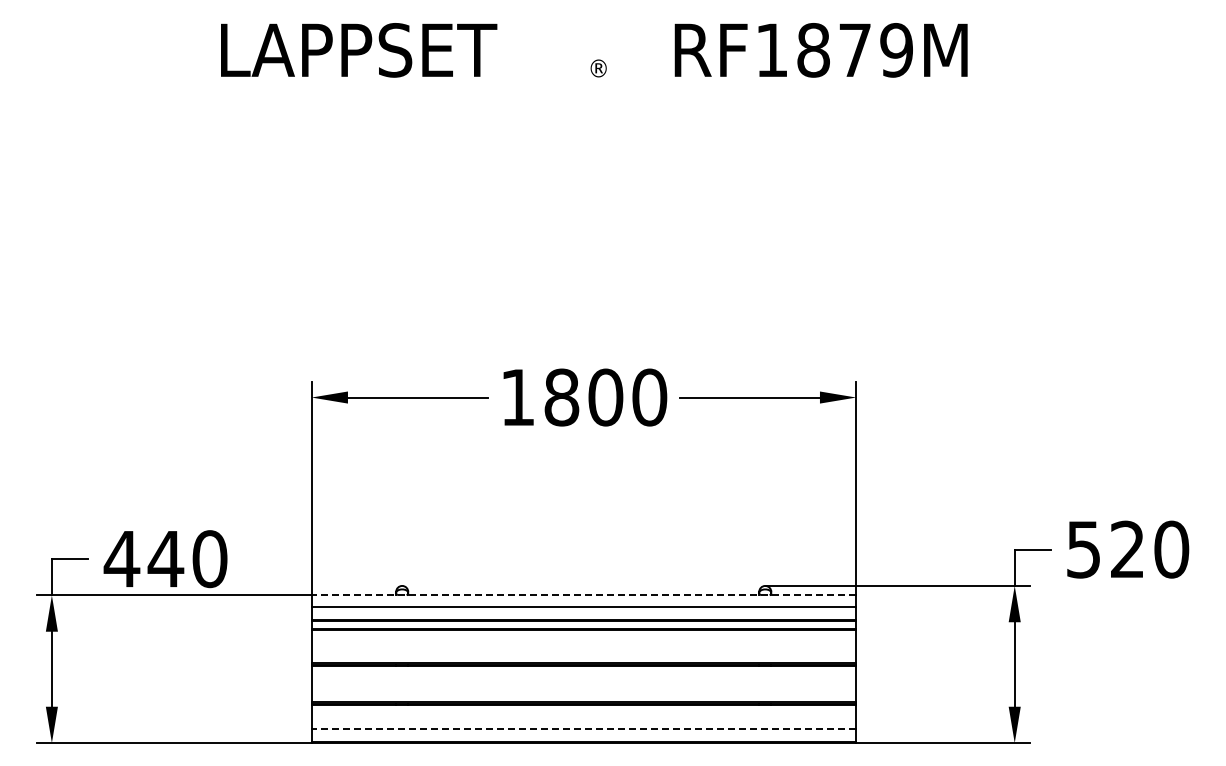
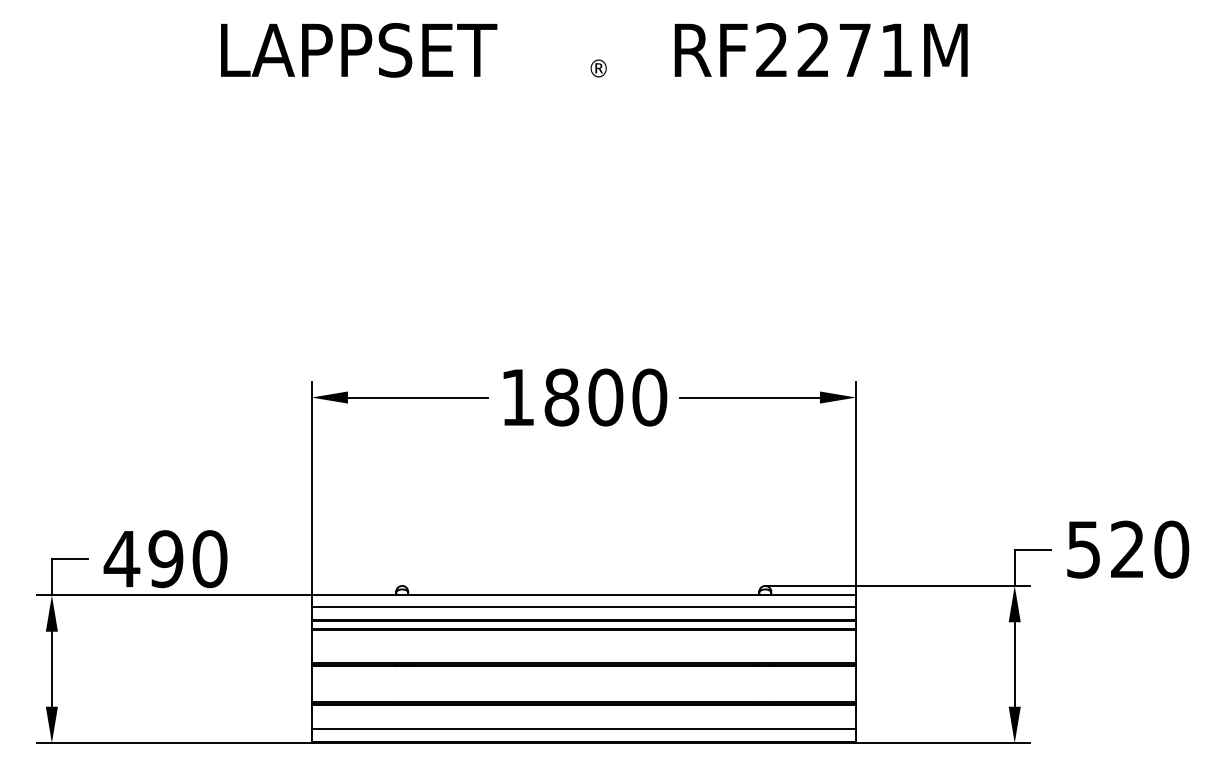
text at (834, 50): RF1879M -> RF2271M
text at (165, 559): 440 -> 490
line at (583, 595): dashed -> solid
line at (583, 729): dashed -> solid
